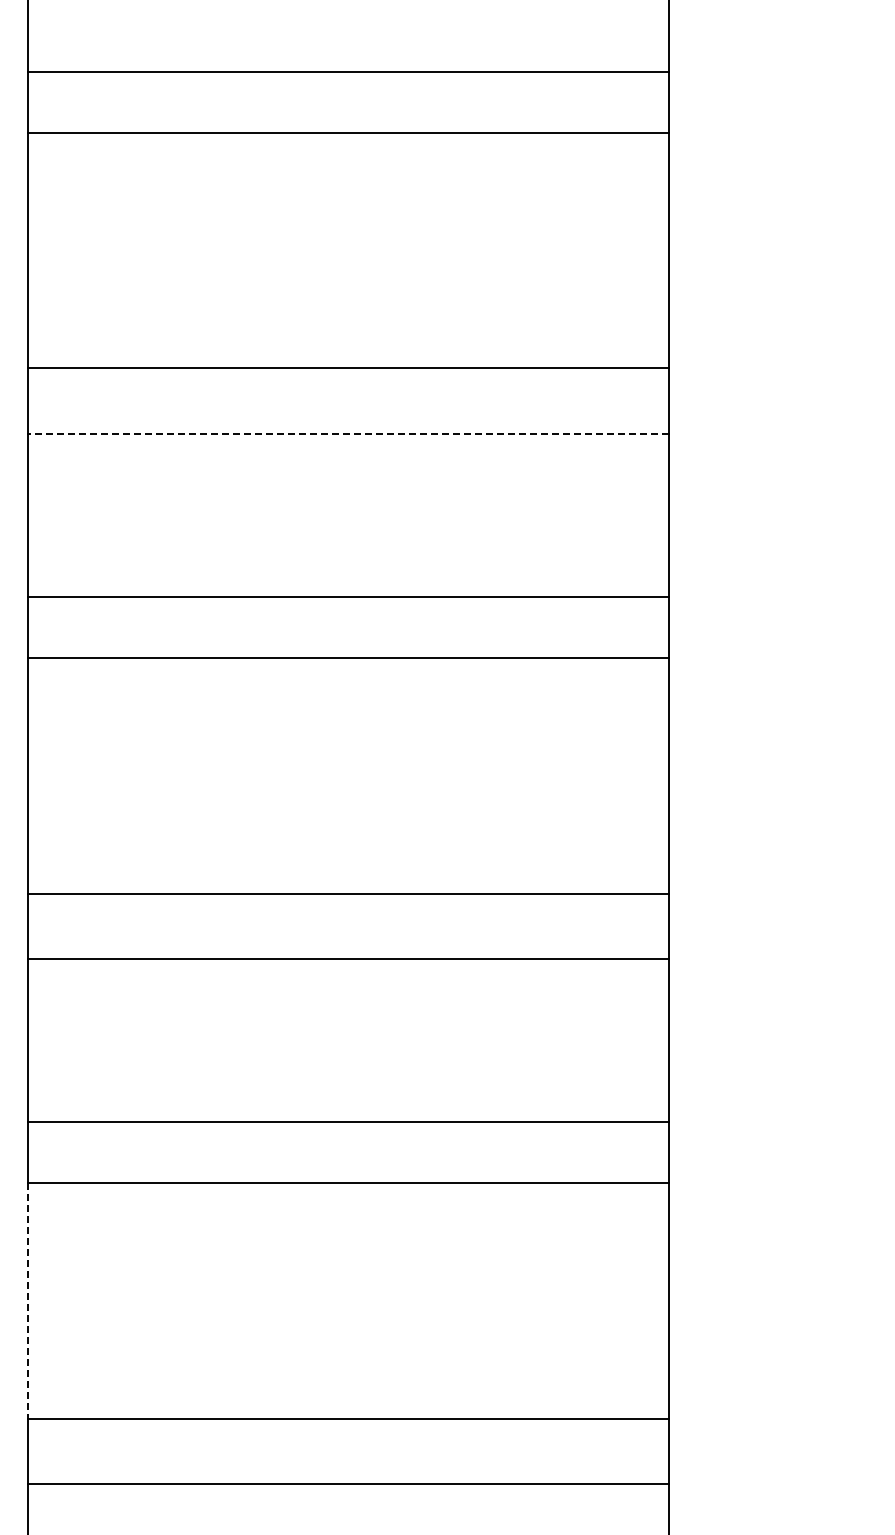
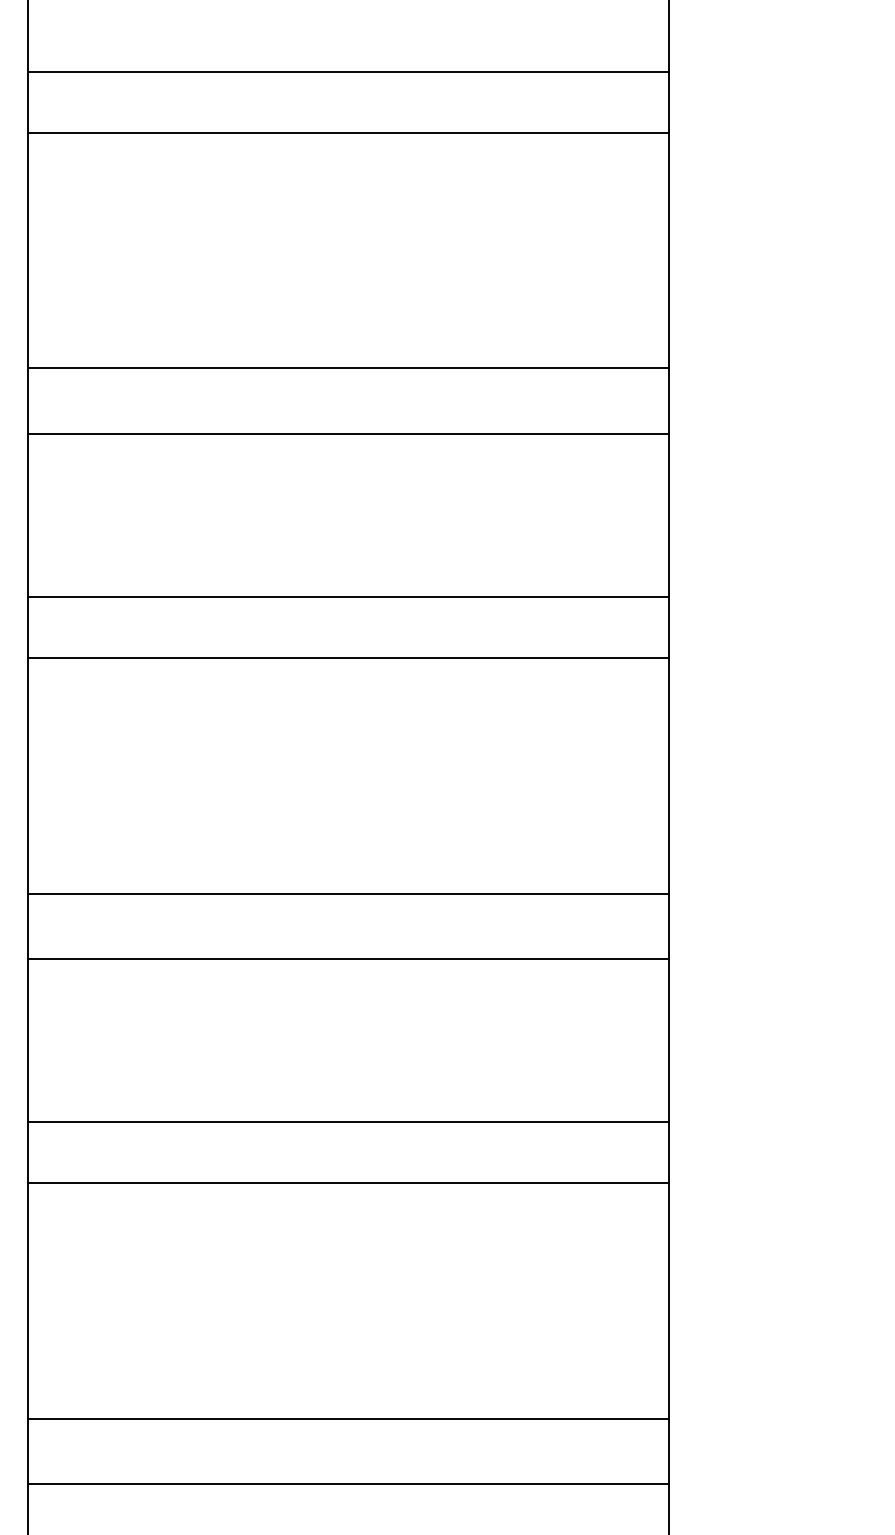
line at (347, 434): dashed -> solid
line at (28, 1301): dashed -> solid
